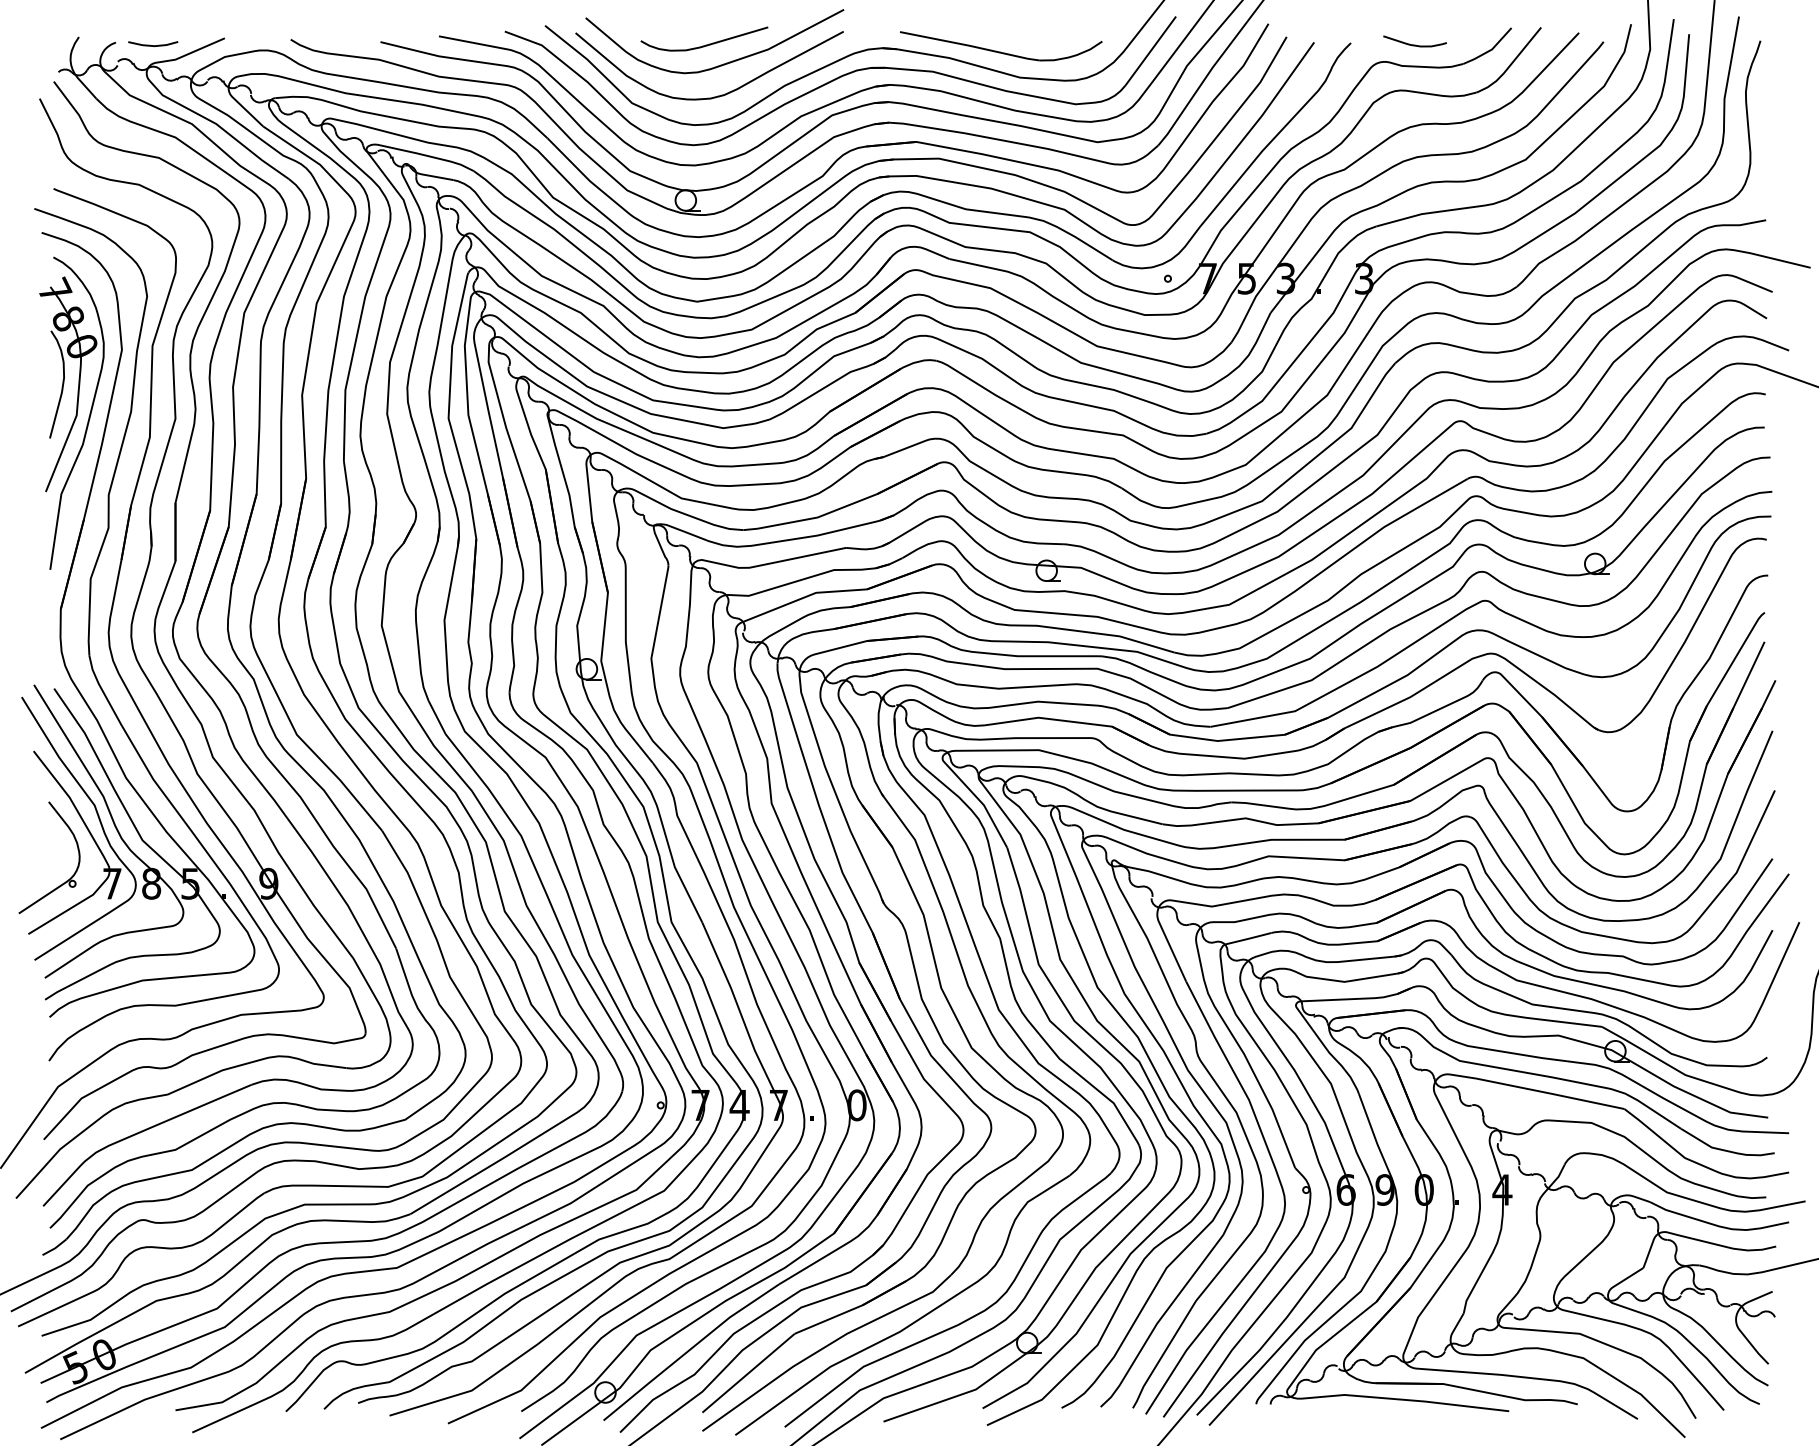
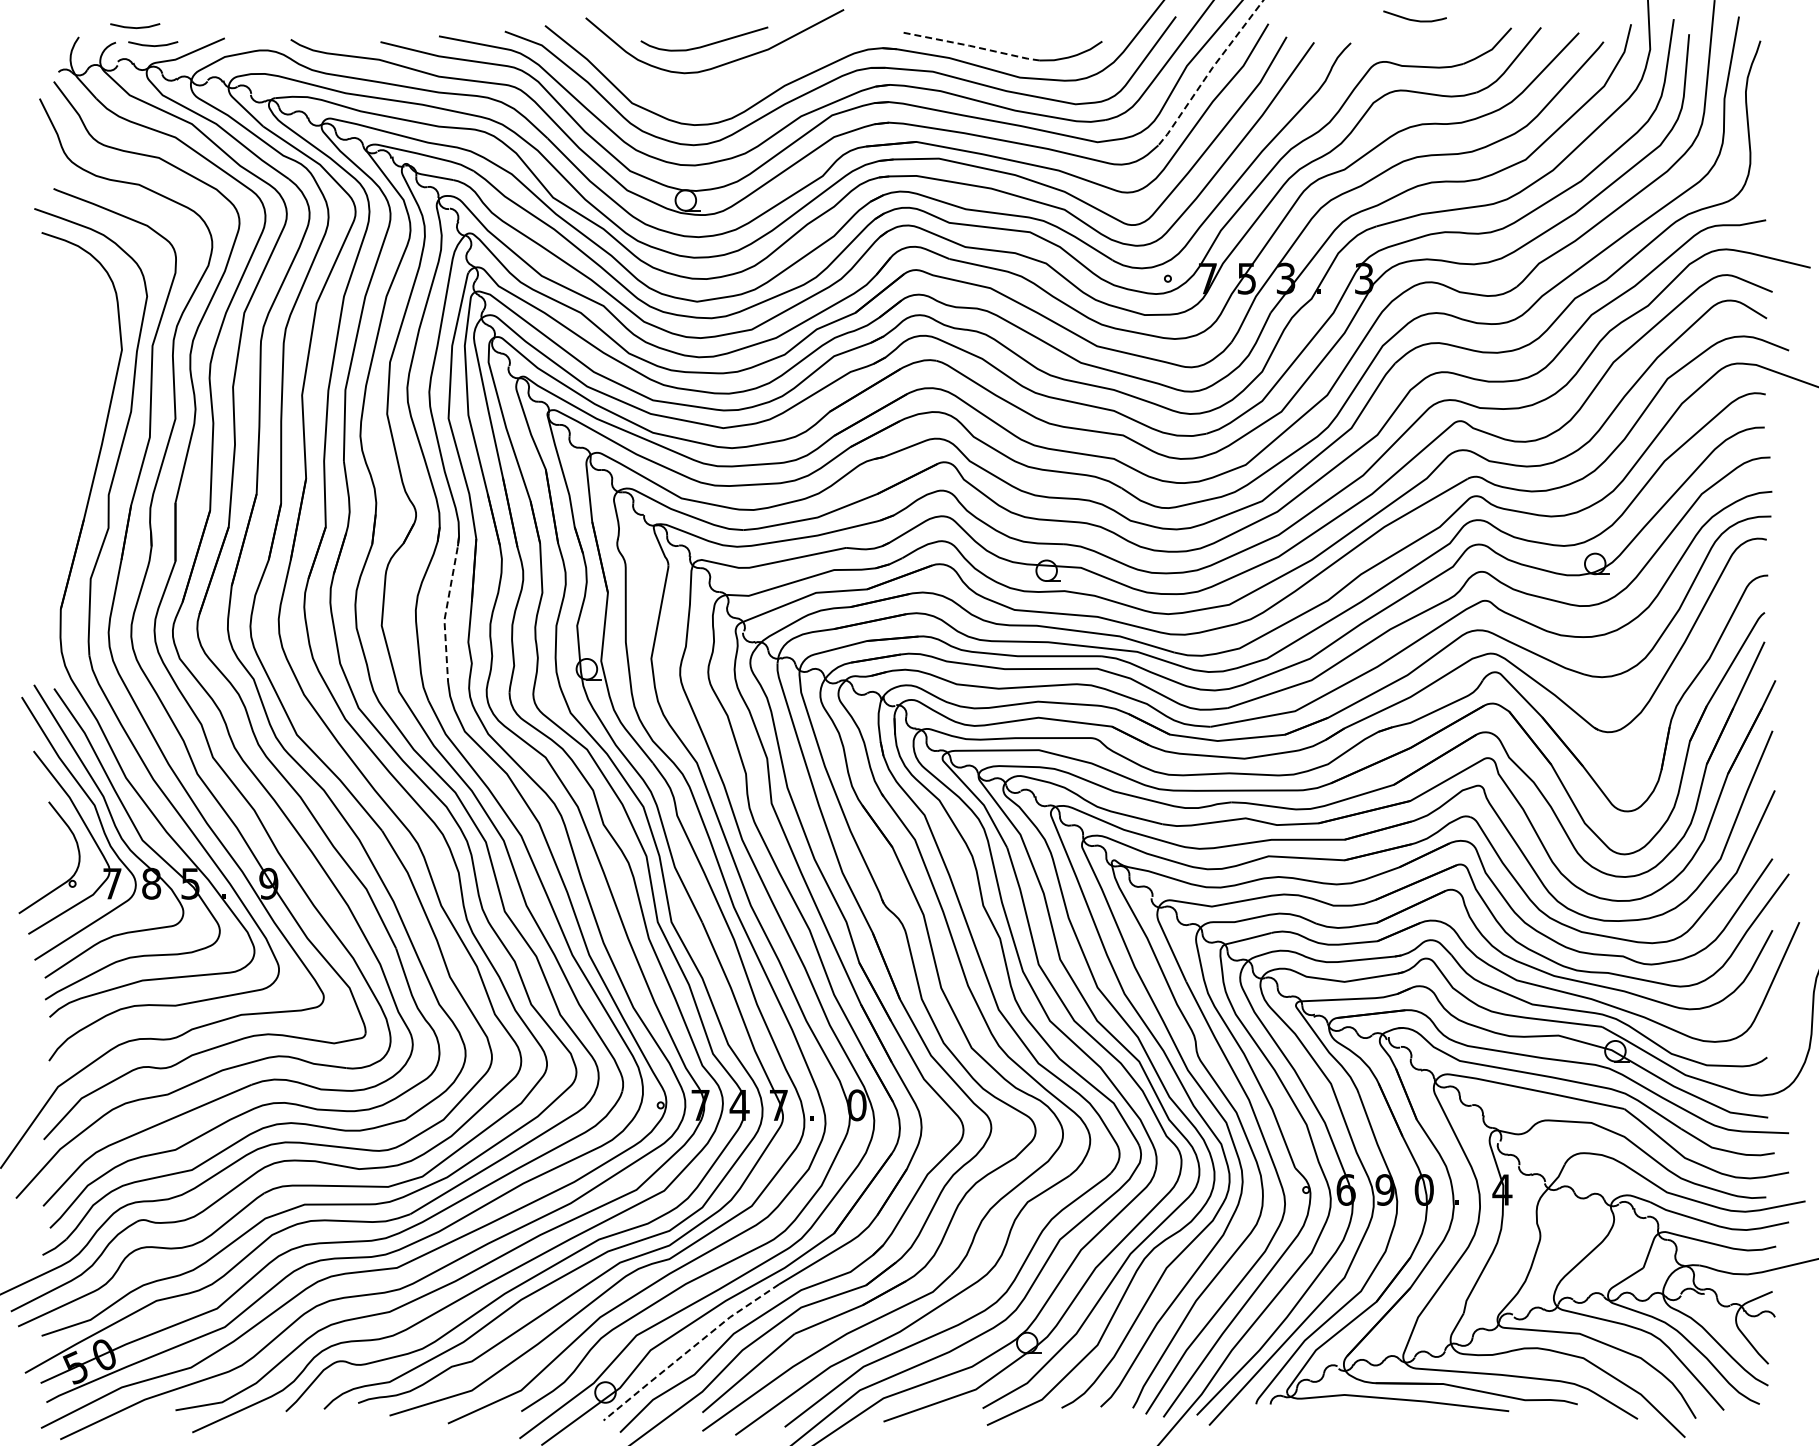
curve at (135, 27): none -> present
curve at (1414, 44) position: (1414, 44) -> (1414, 19)
line at (970, 45): solid -> dashed
line at (1209, 72): solid -> dashed
curve at (717, 95): present -> none
part at (71, 412): present -> none
line at (446, 608): solid -> dashed
line at (689, 1349): solid -> dashed
